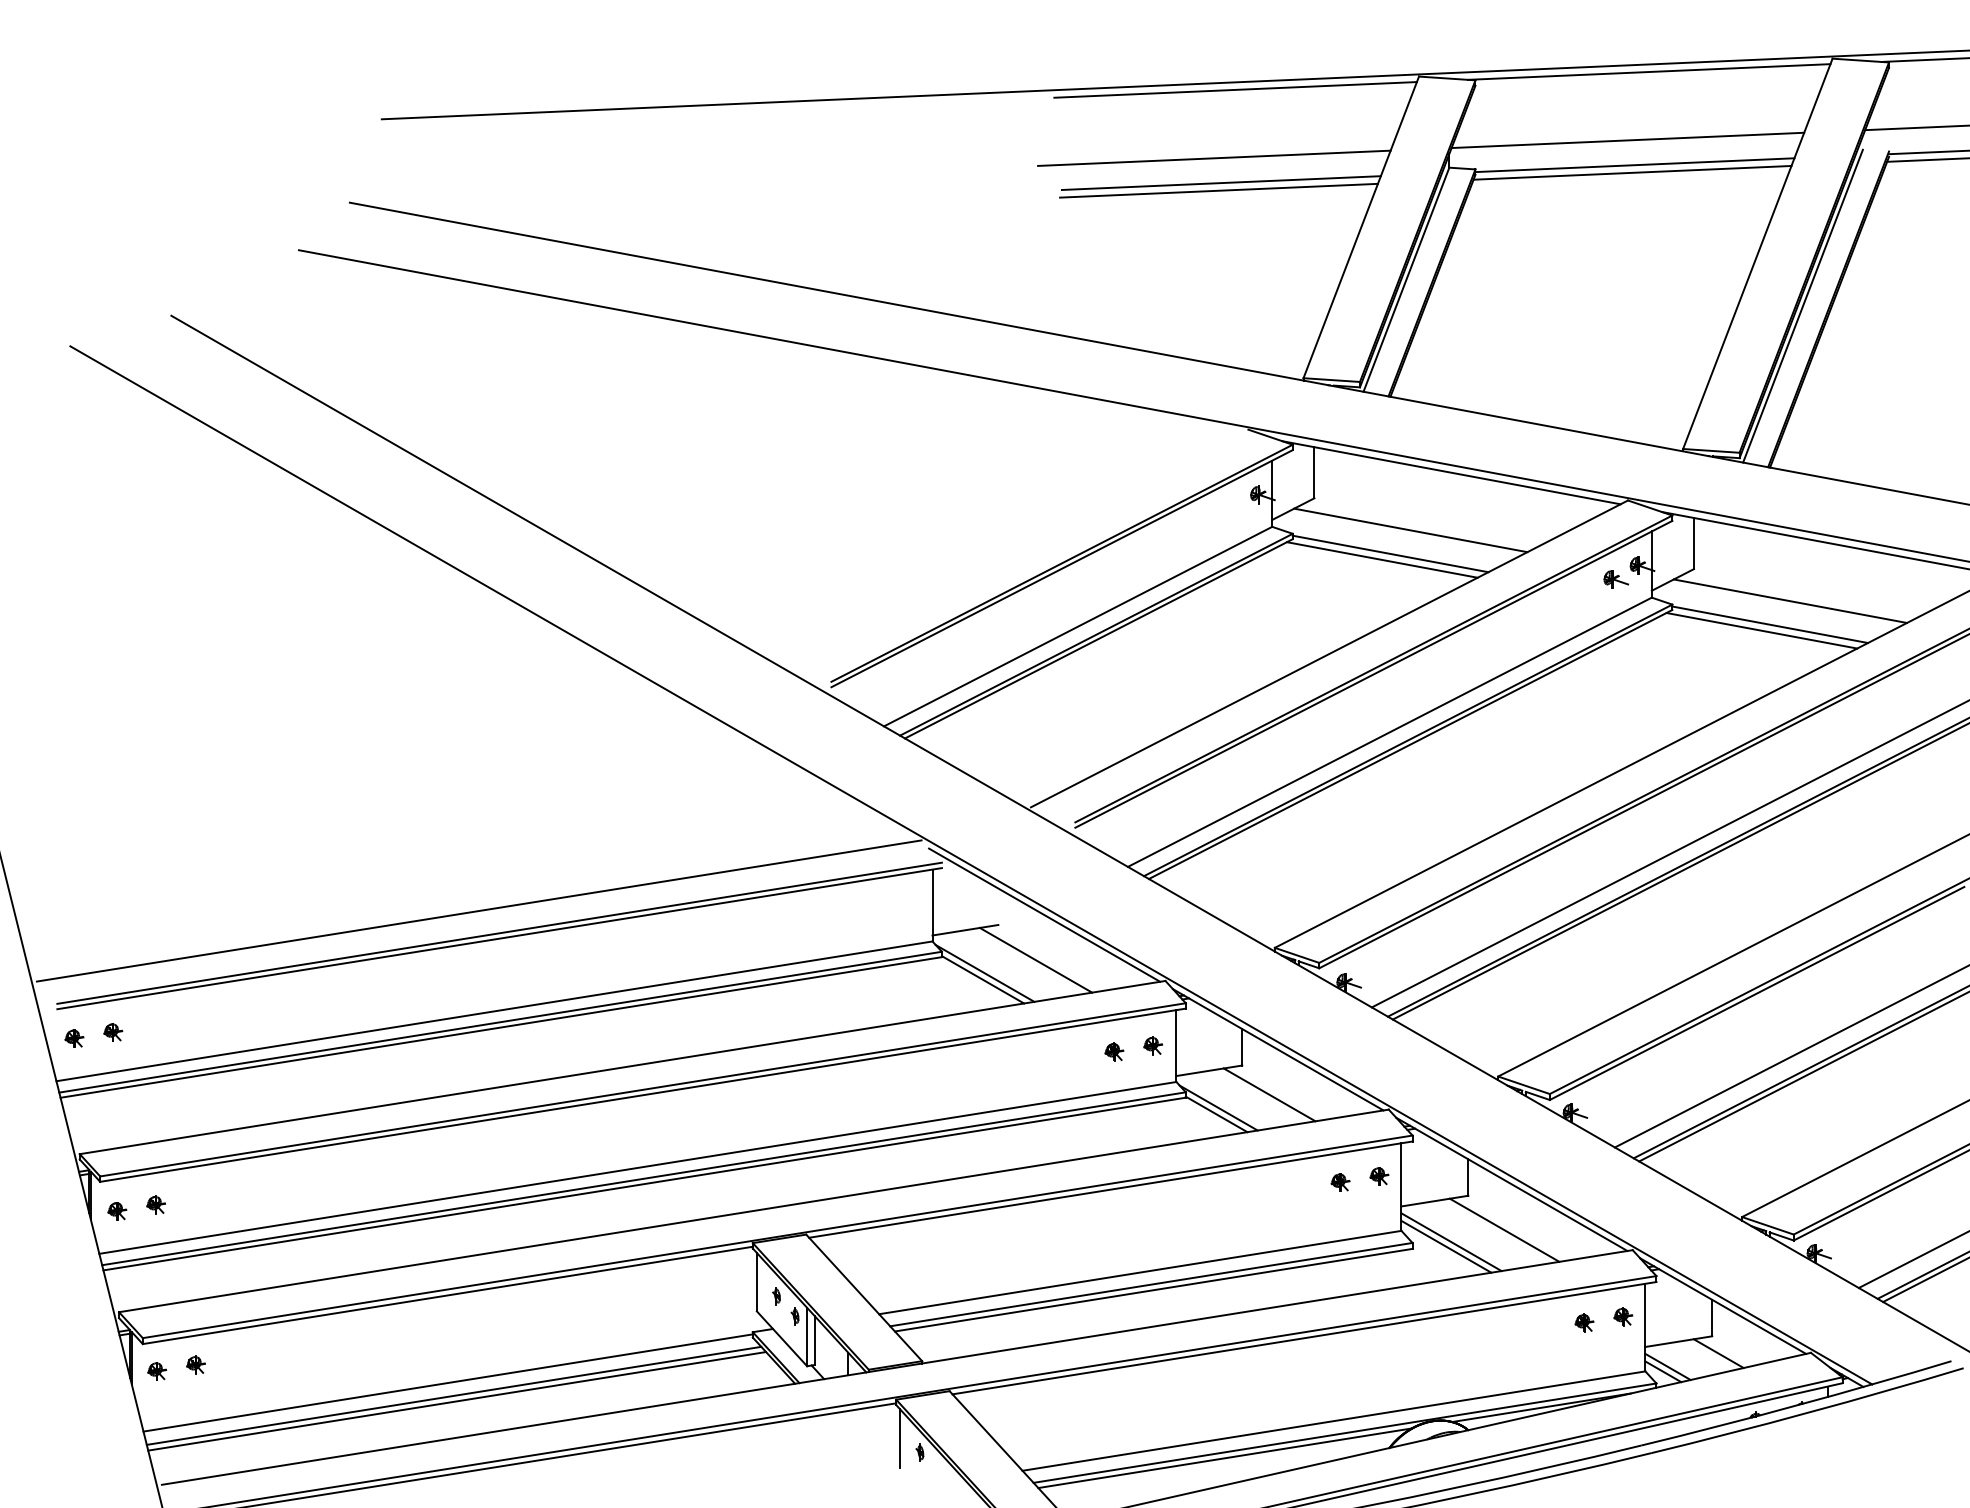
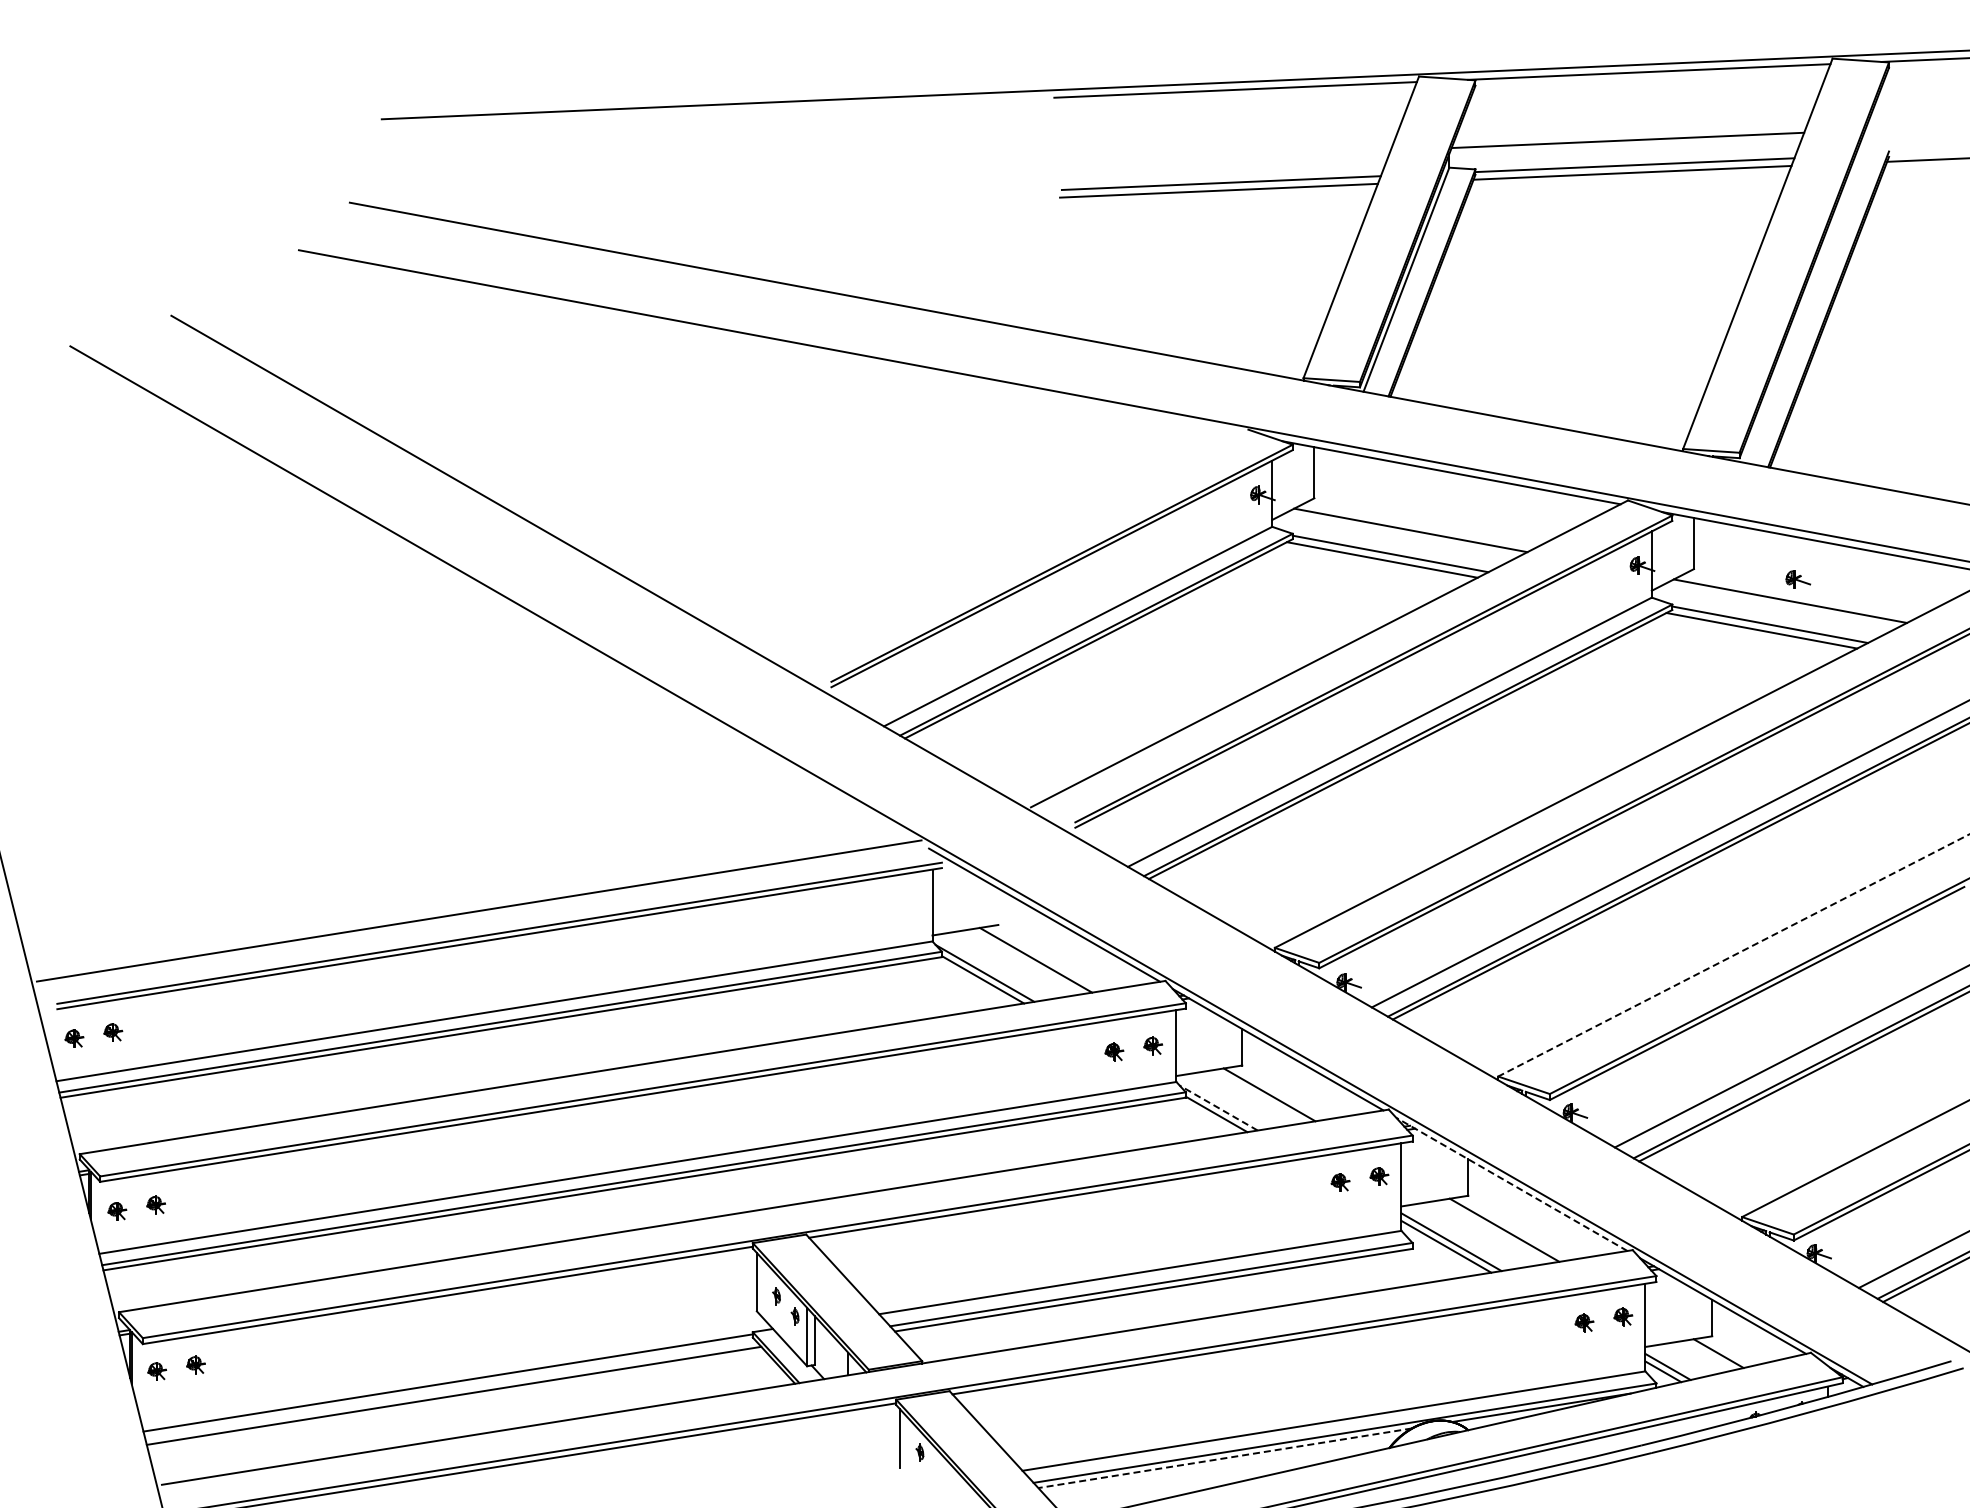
line at (1915, 127): present -> none
line at (1927, 152): present -> none
line at (1214, 157): present -> none
line at (1802, 305): present -> none
part at (1616, 579) position: (1616, 579) -> (1798, 579)
line at (1733, 955): solid -> dashed
line at (1218, 1107): solid -> dashed
line at (1511, 1184): solid -> dashed
line at (457, 1401): present -> none
line at (1224, 1458): solid -> dashed
